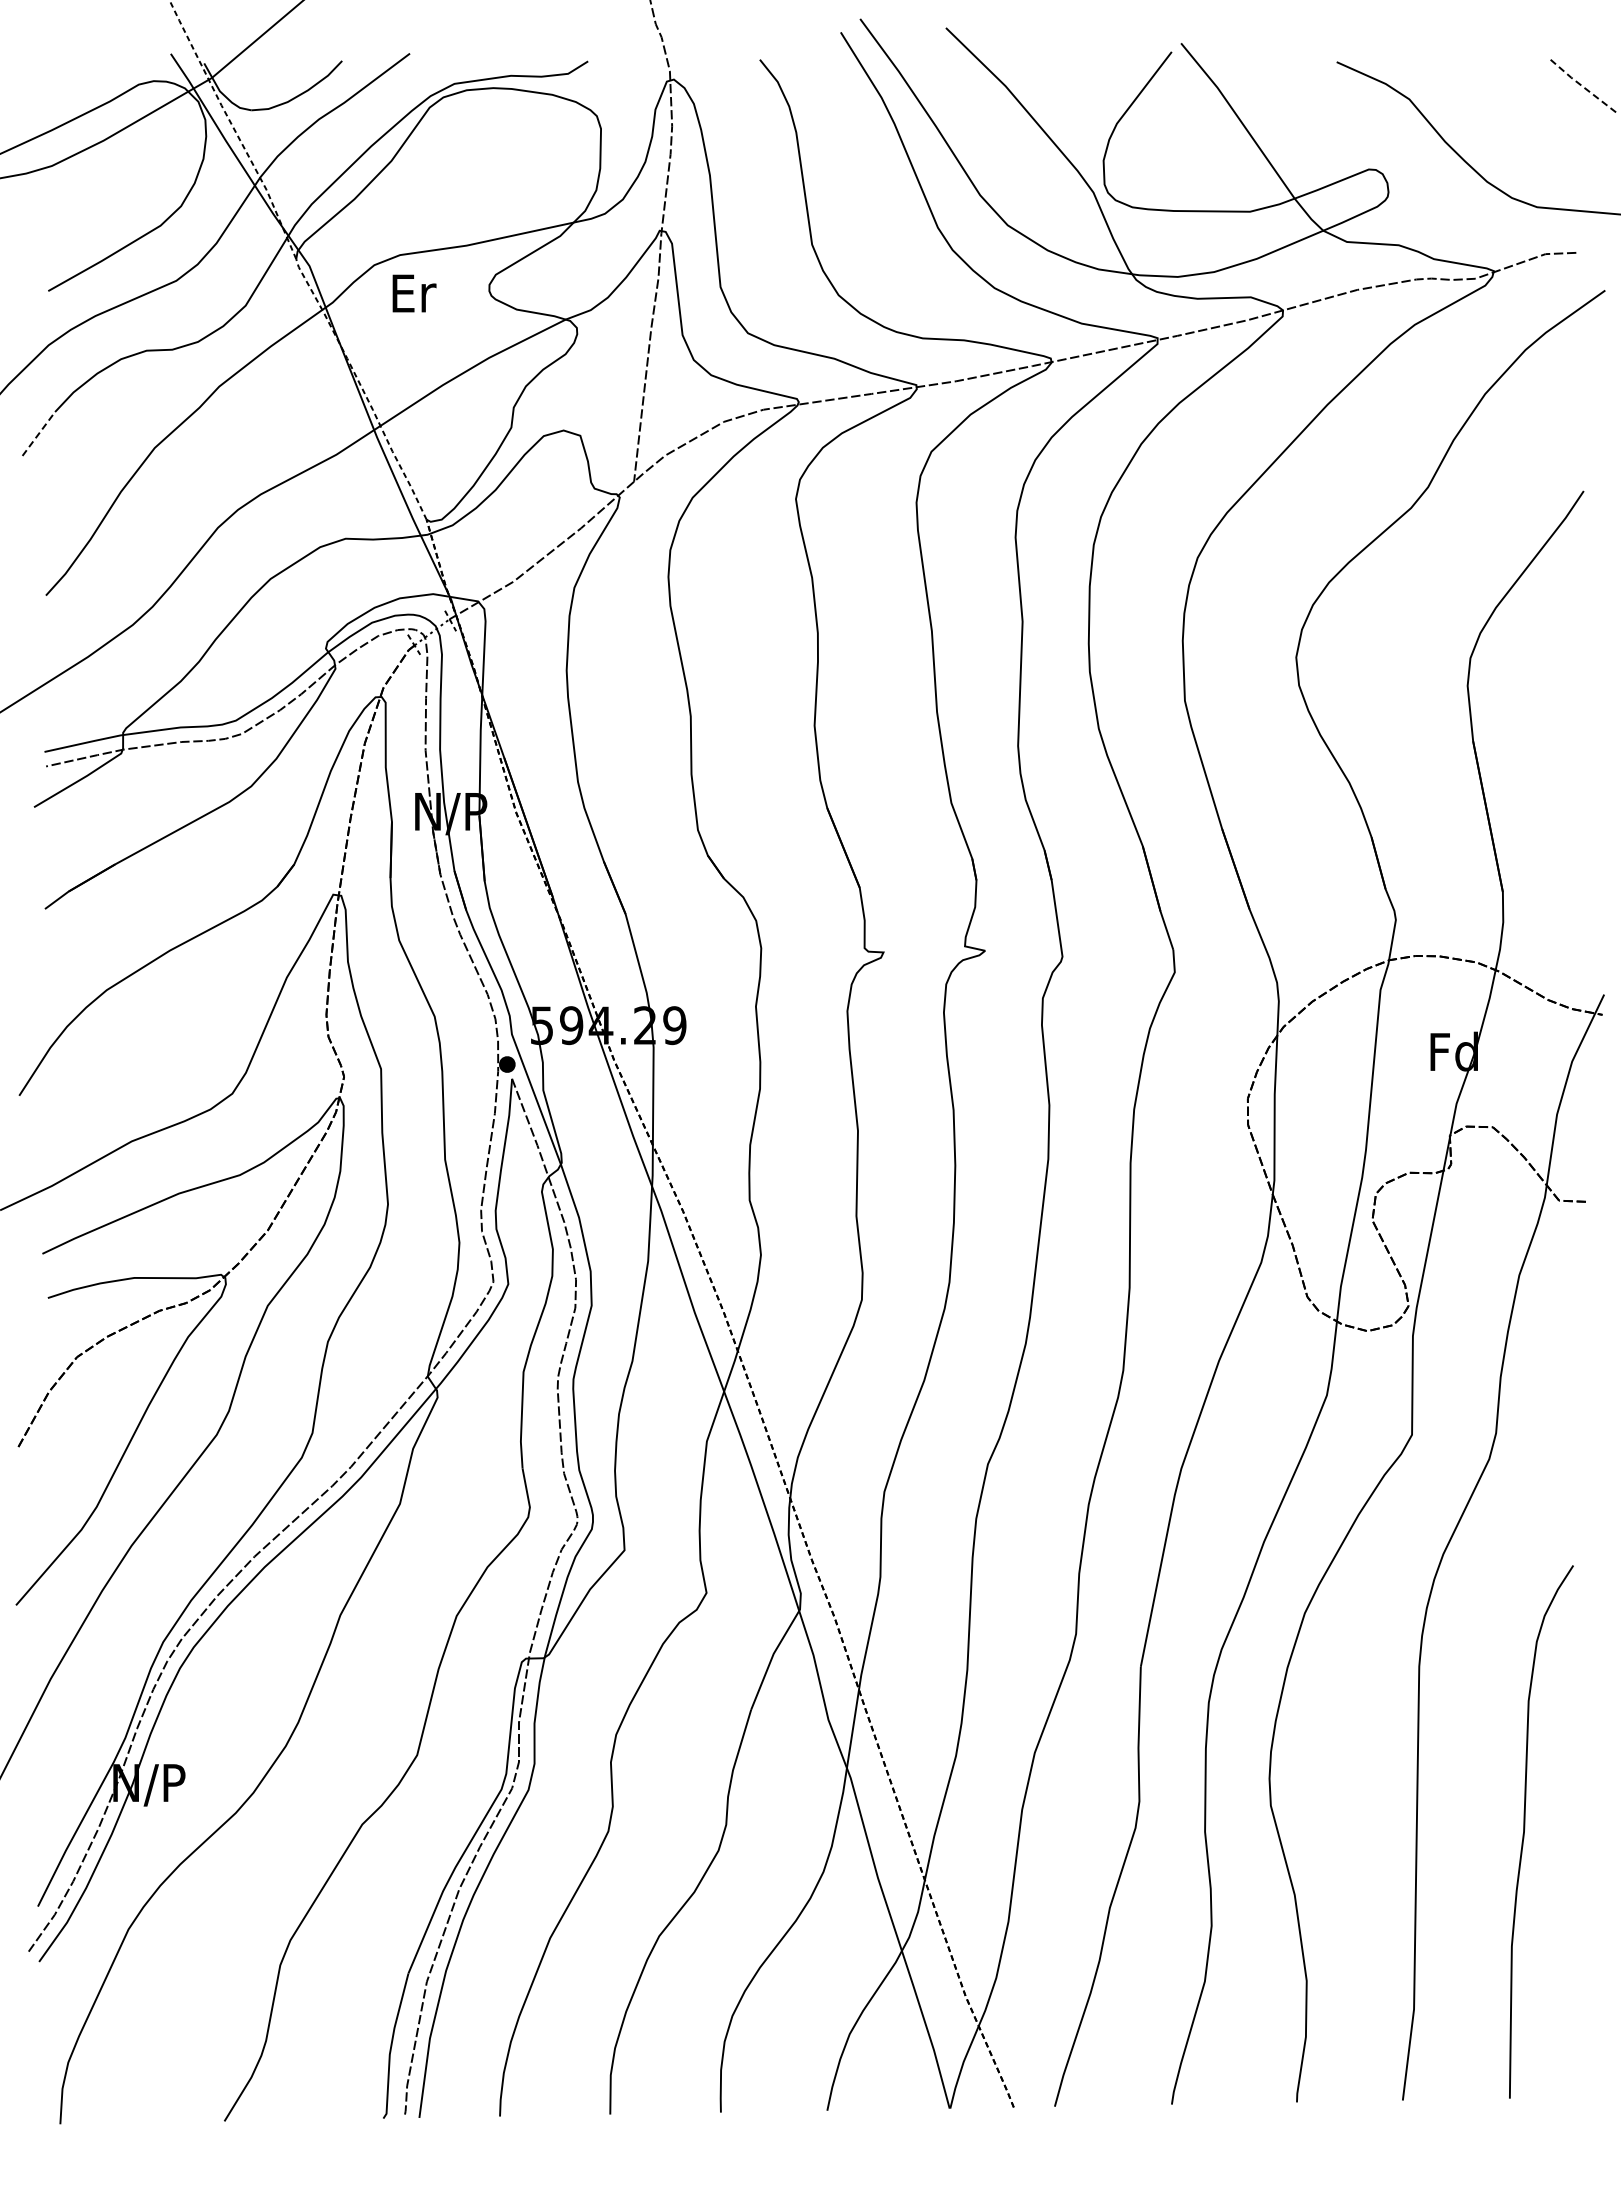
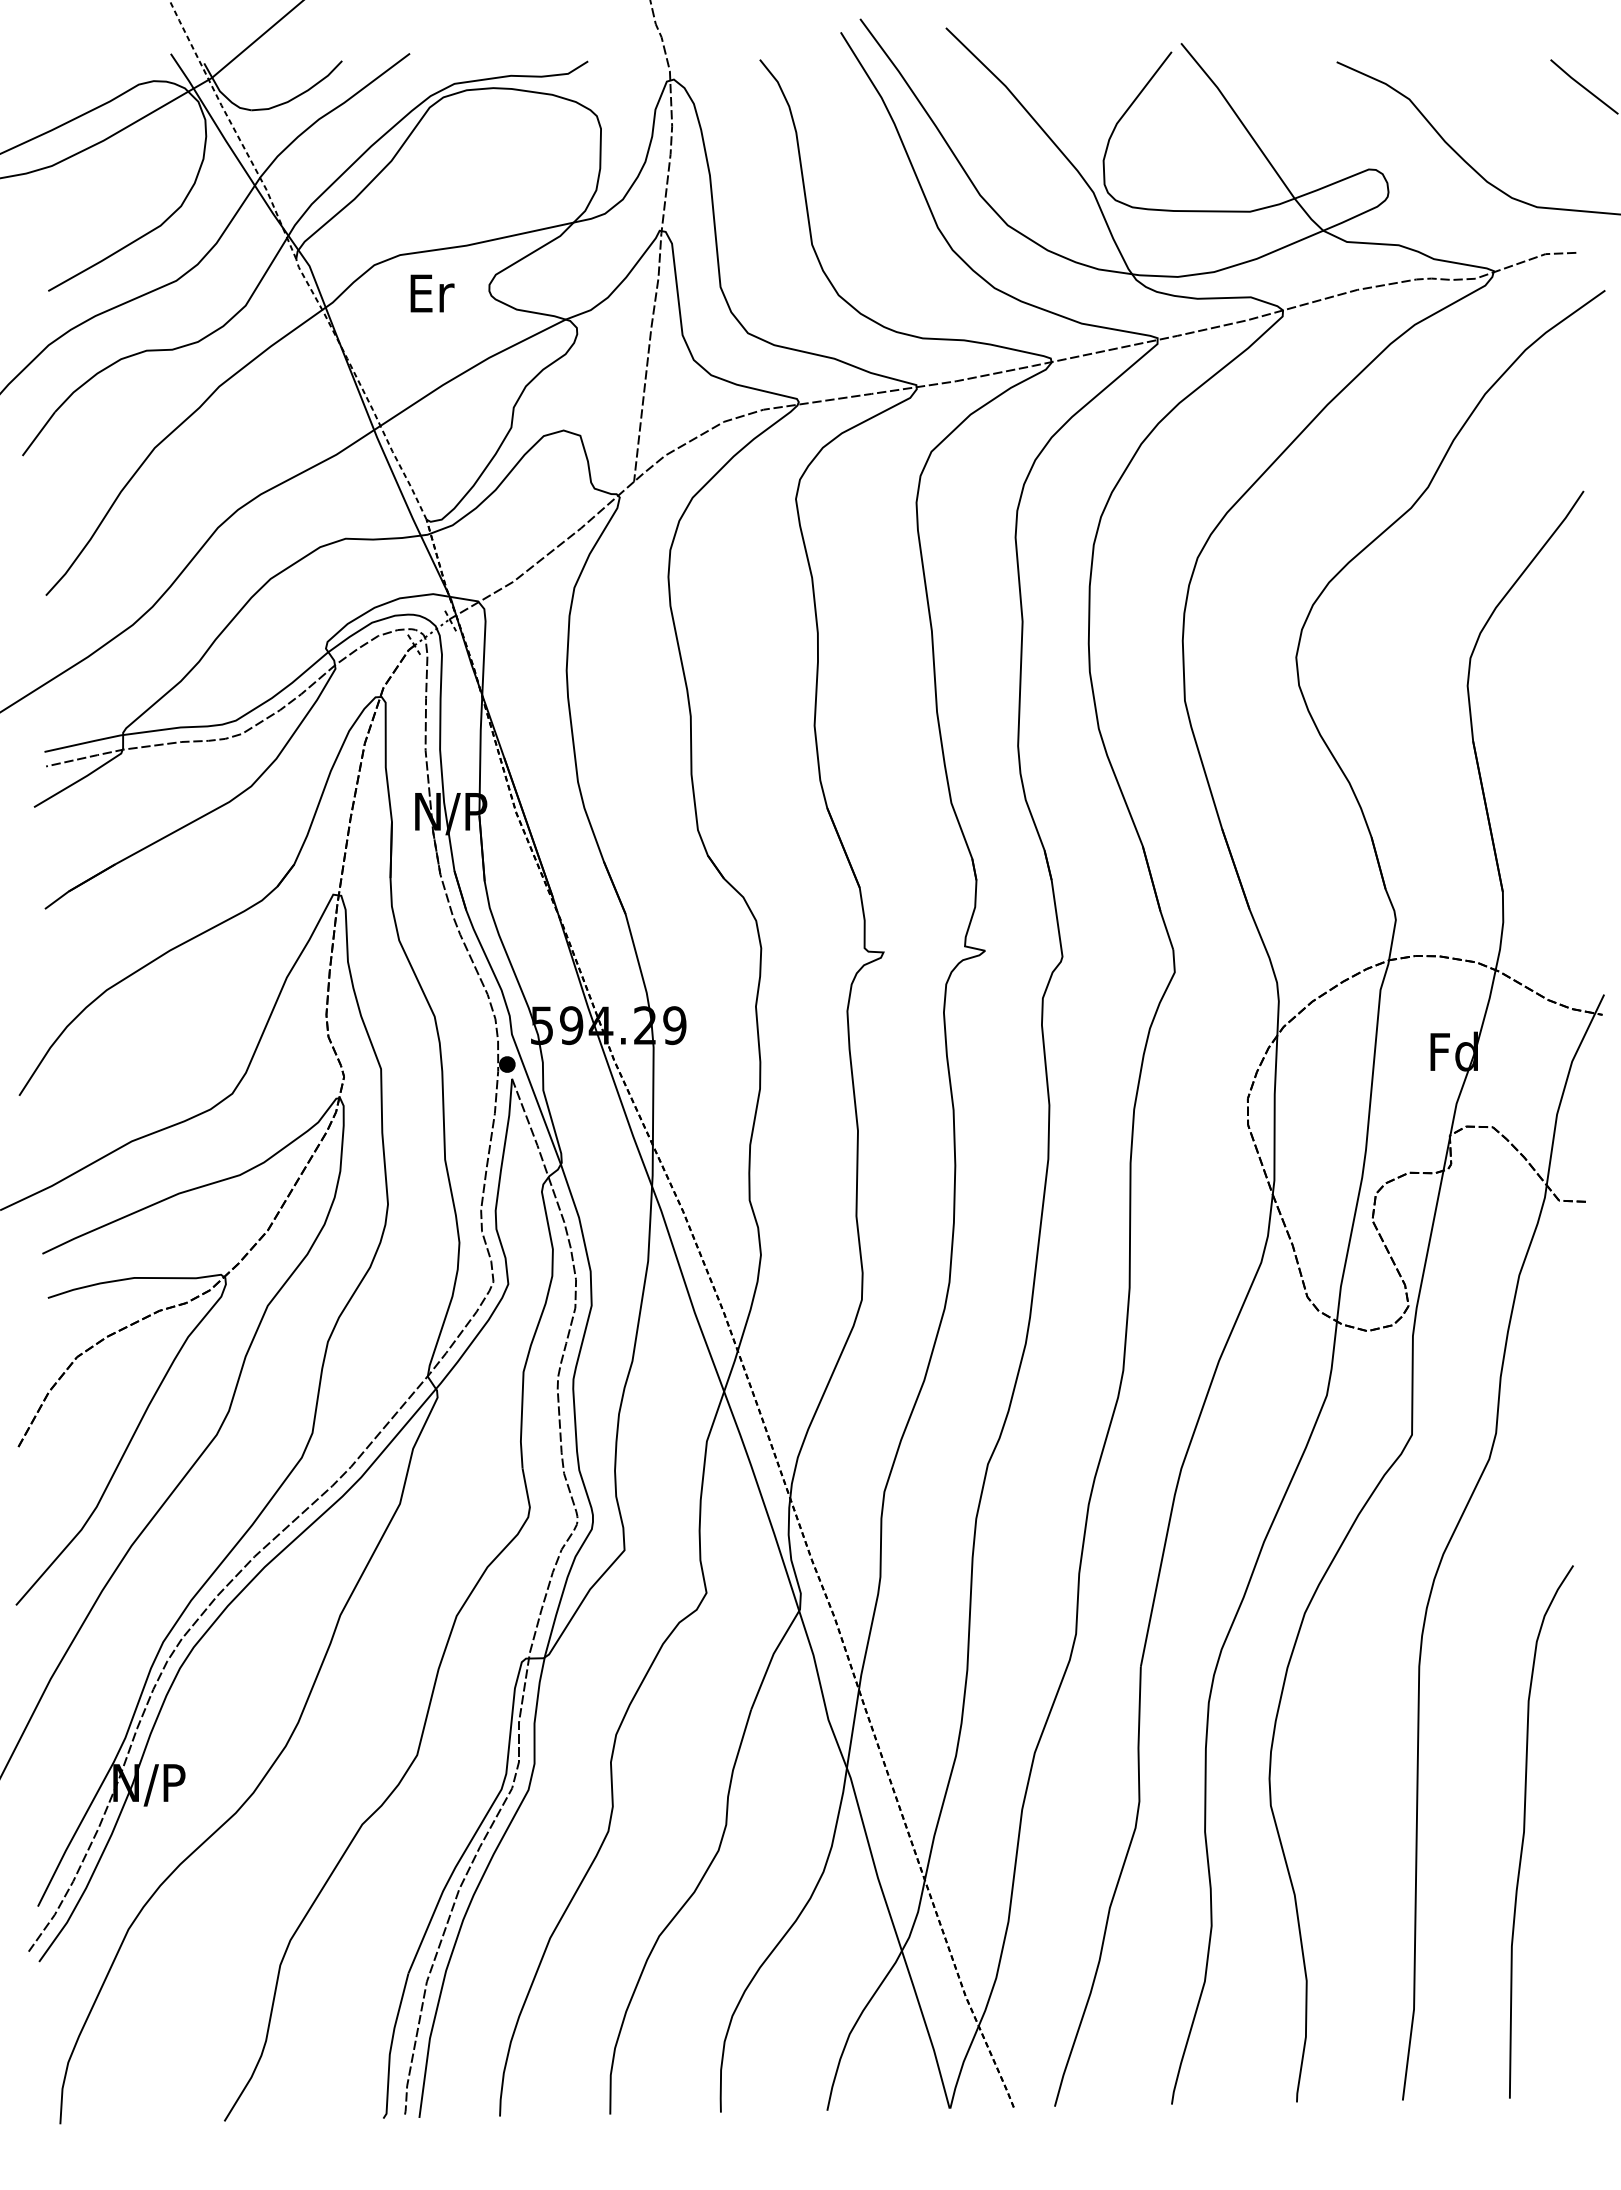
line at (1583, 87): dashed -> solid
text at (414, 293) position: (414, 293) -> (432, 293)
line at (39, 433): dashed -> solid
